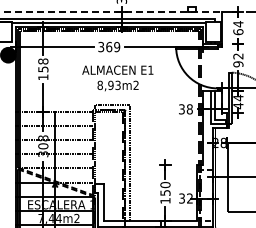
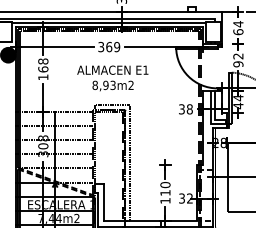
line at (111, 11): dashed -> solid
text at (43, 69): 158 -> 168
text at (117, 78) position: (117, 78) -> (112, 78)
text at (165, 192): 150 -> 110
